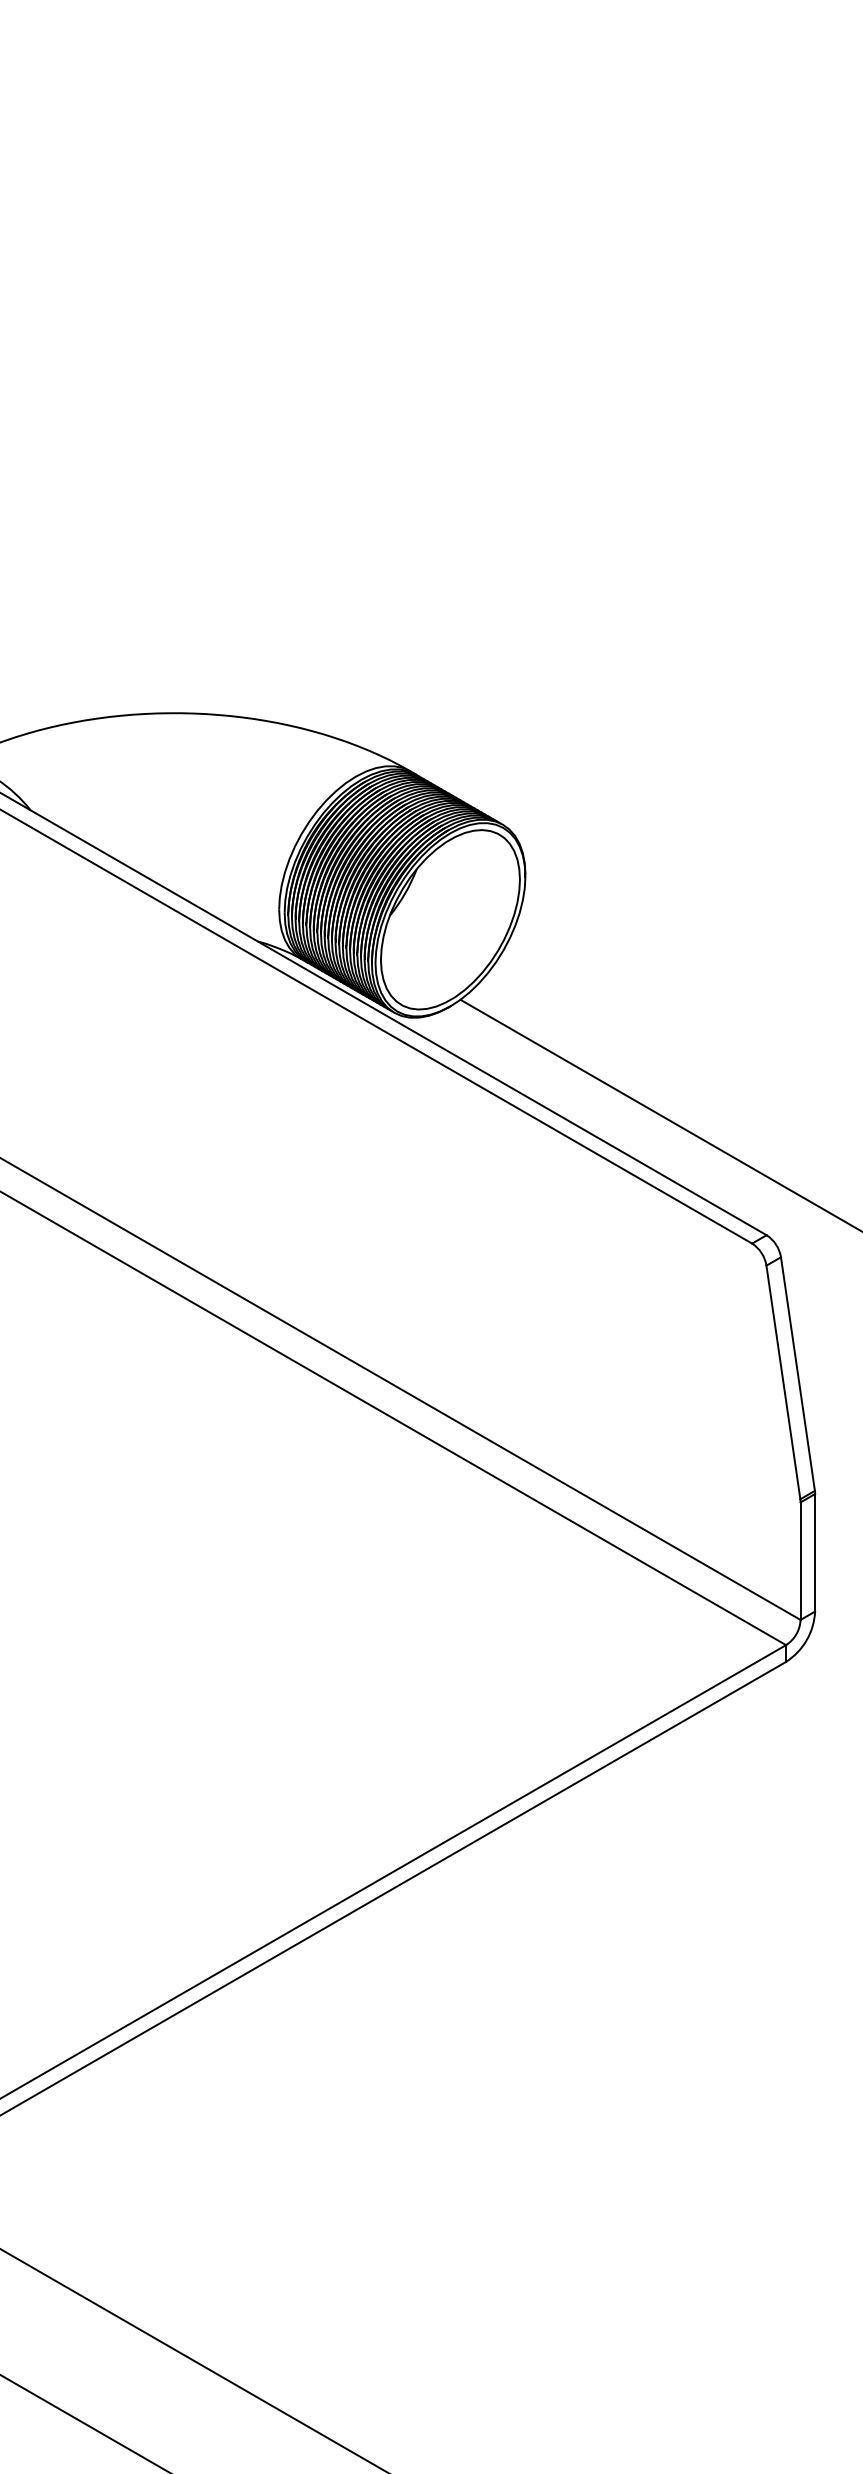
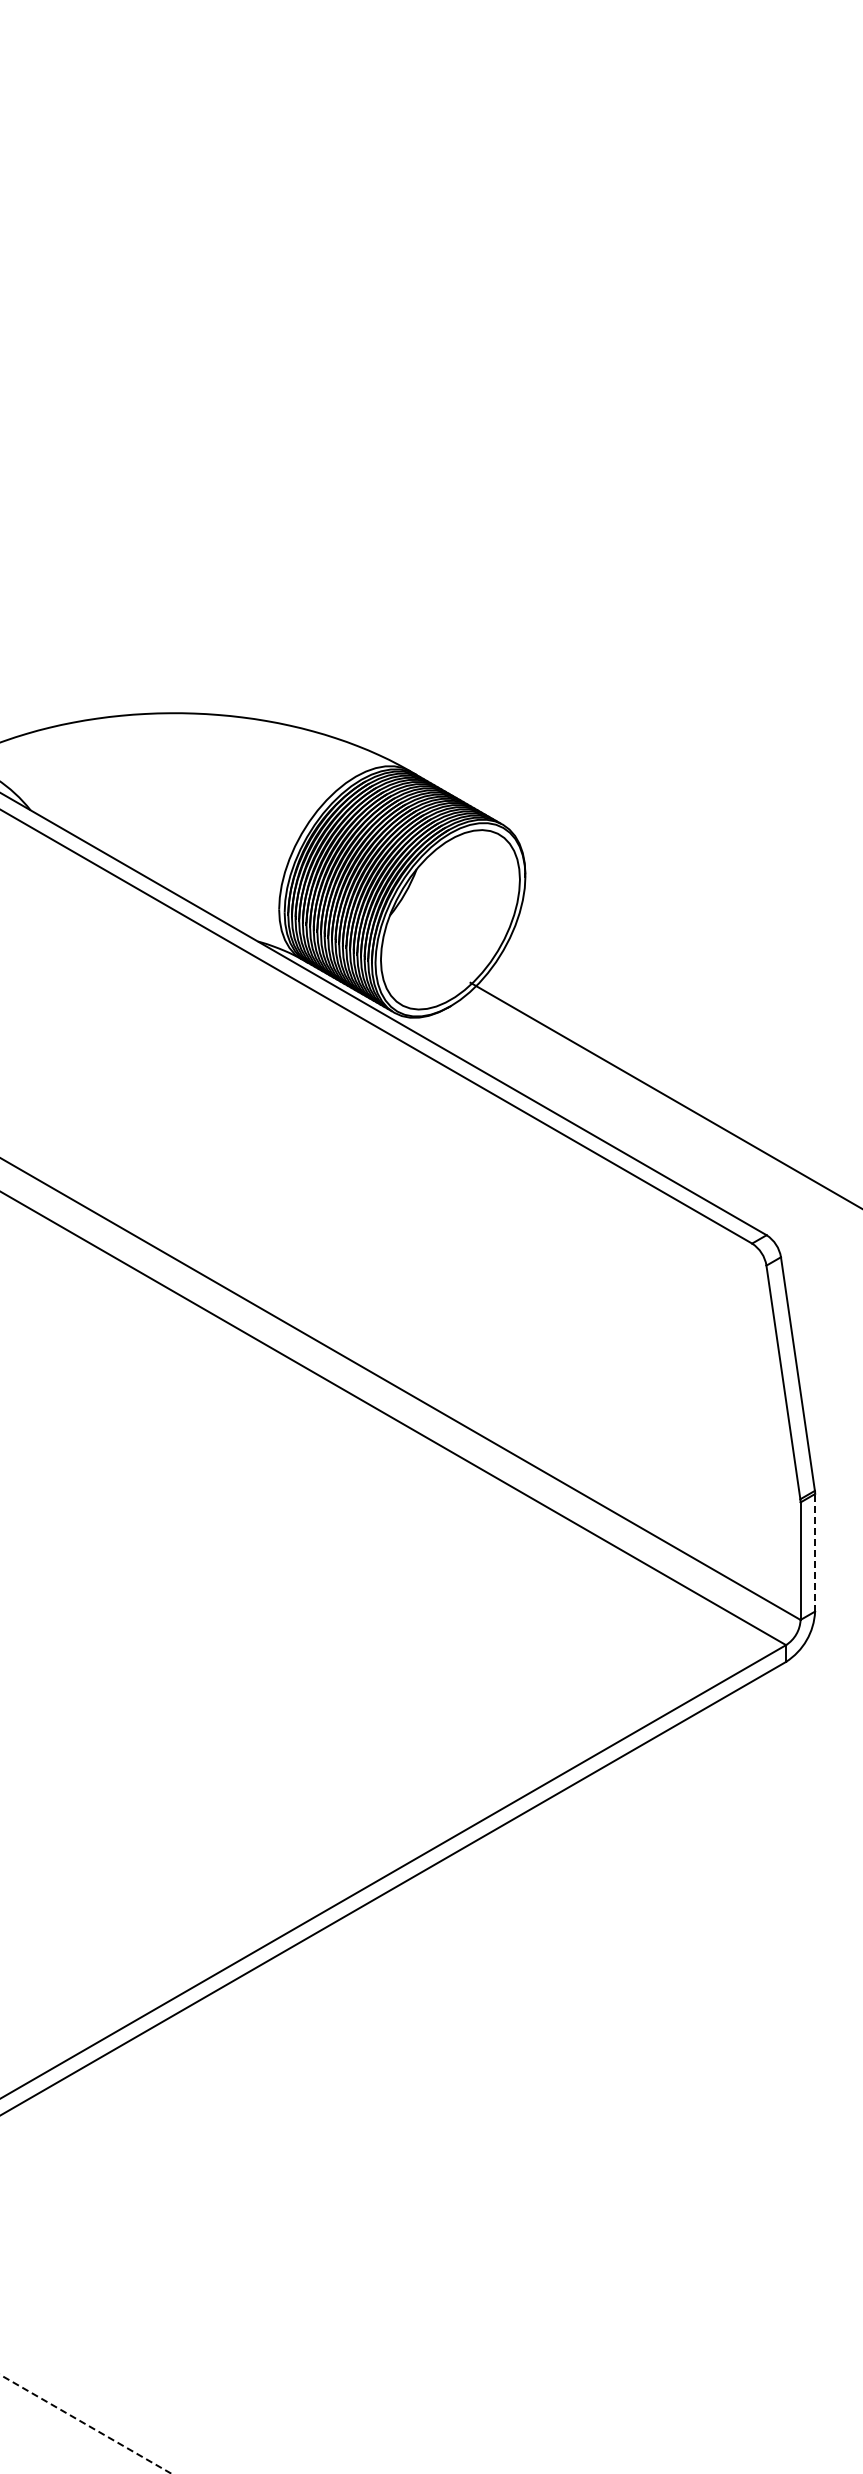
line at (659, 1114) position: (659, 1114) -> (664, 1094)
line at (815, 1552): solid -> dashed
line at (193, 2360): present -> none
line at (86, 2424): solid -> dashed
